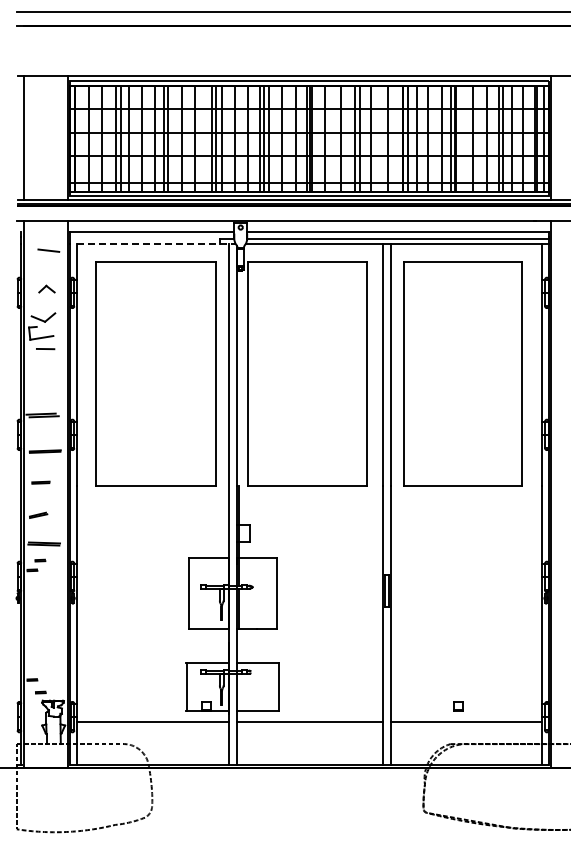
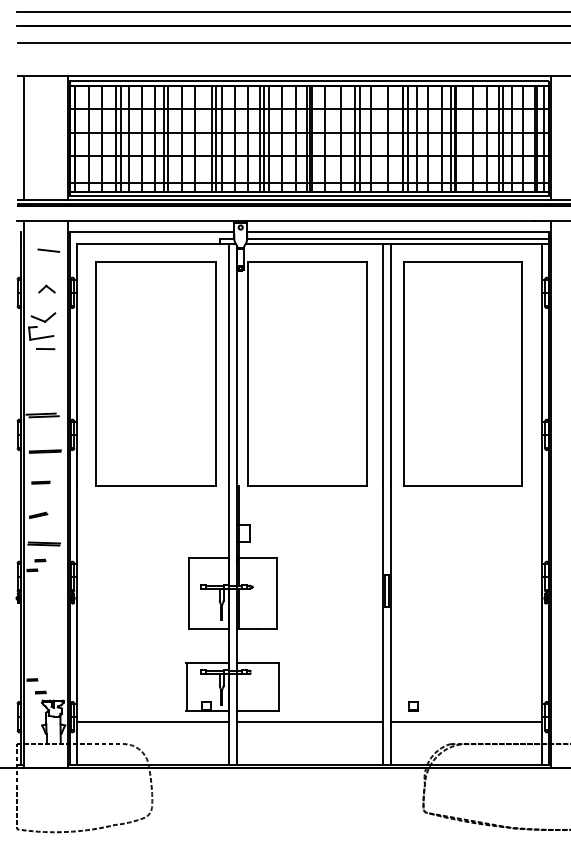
line at (292, 43): none -> present
line at (156, 243): dashed -> solid
part at (458, 706) position: (458, 706) -> (413, 706)
